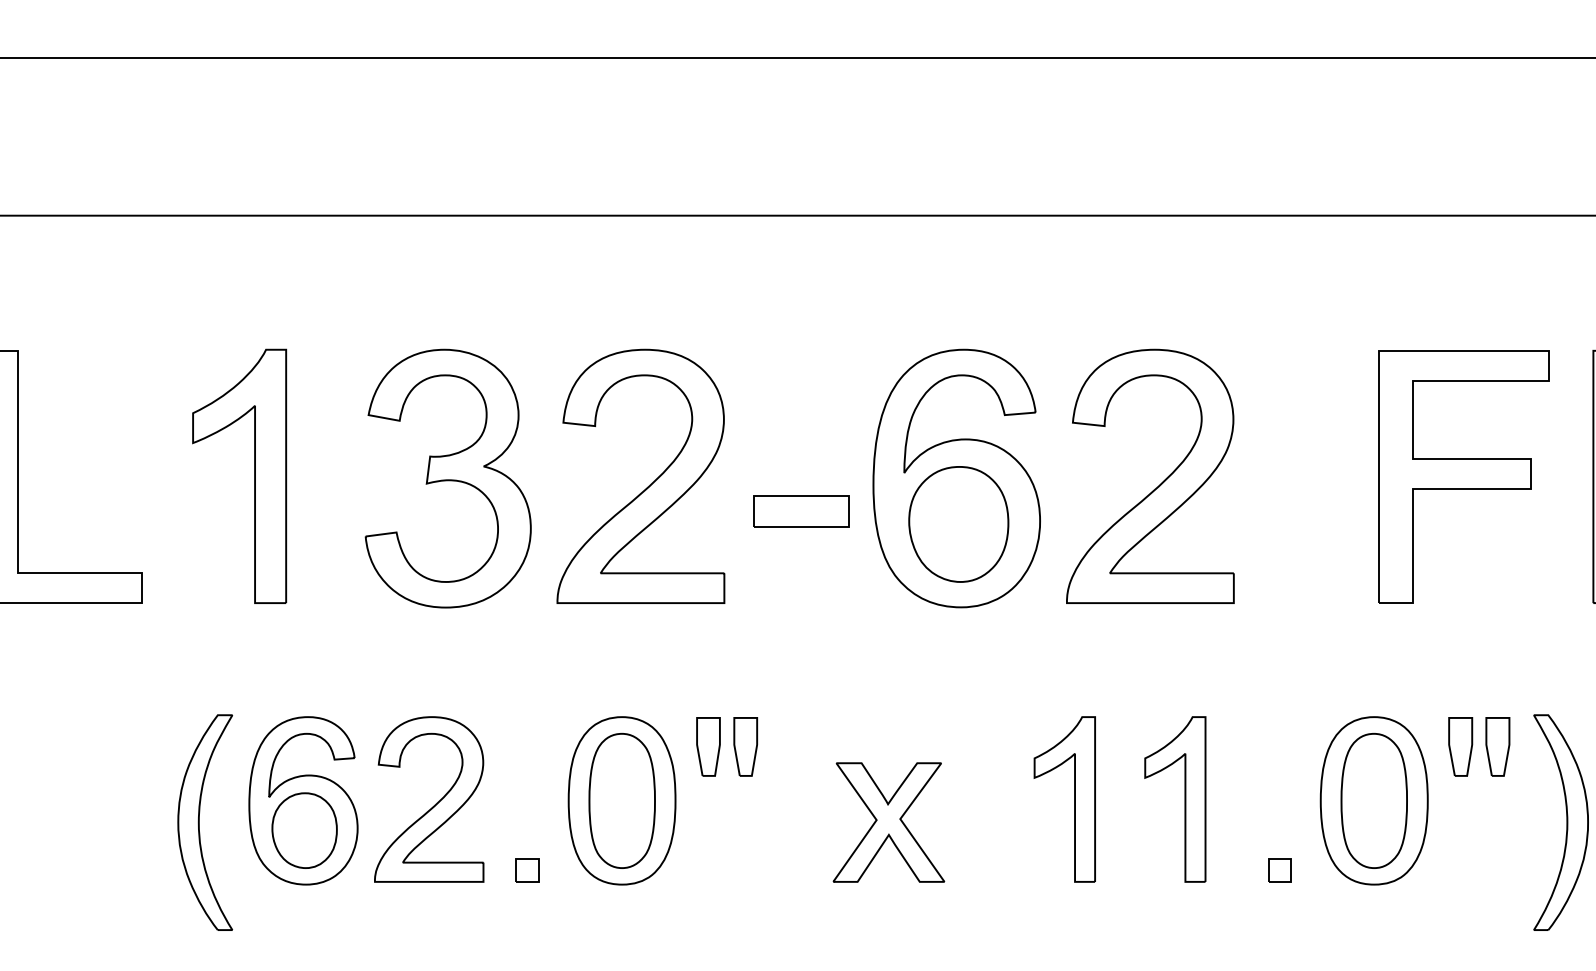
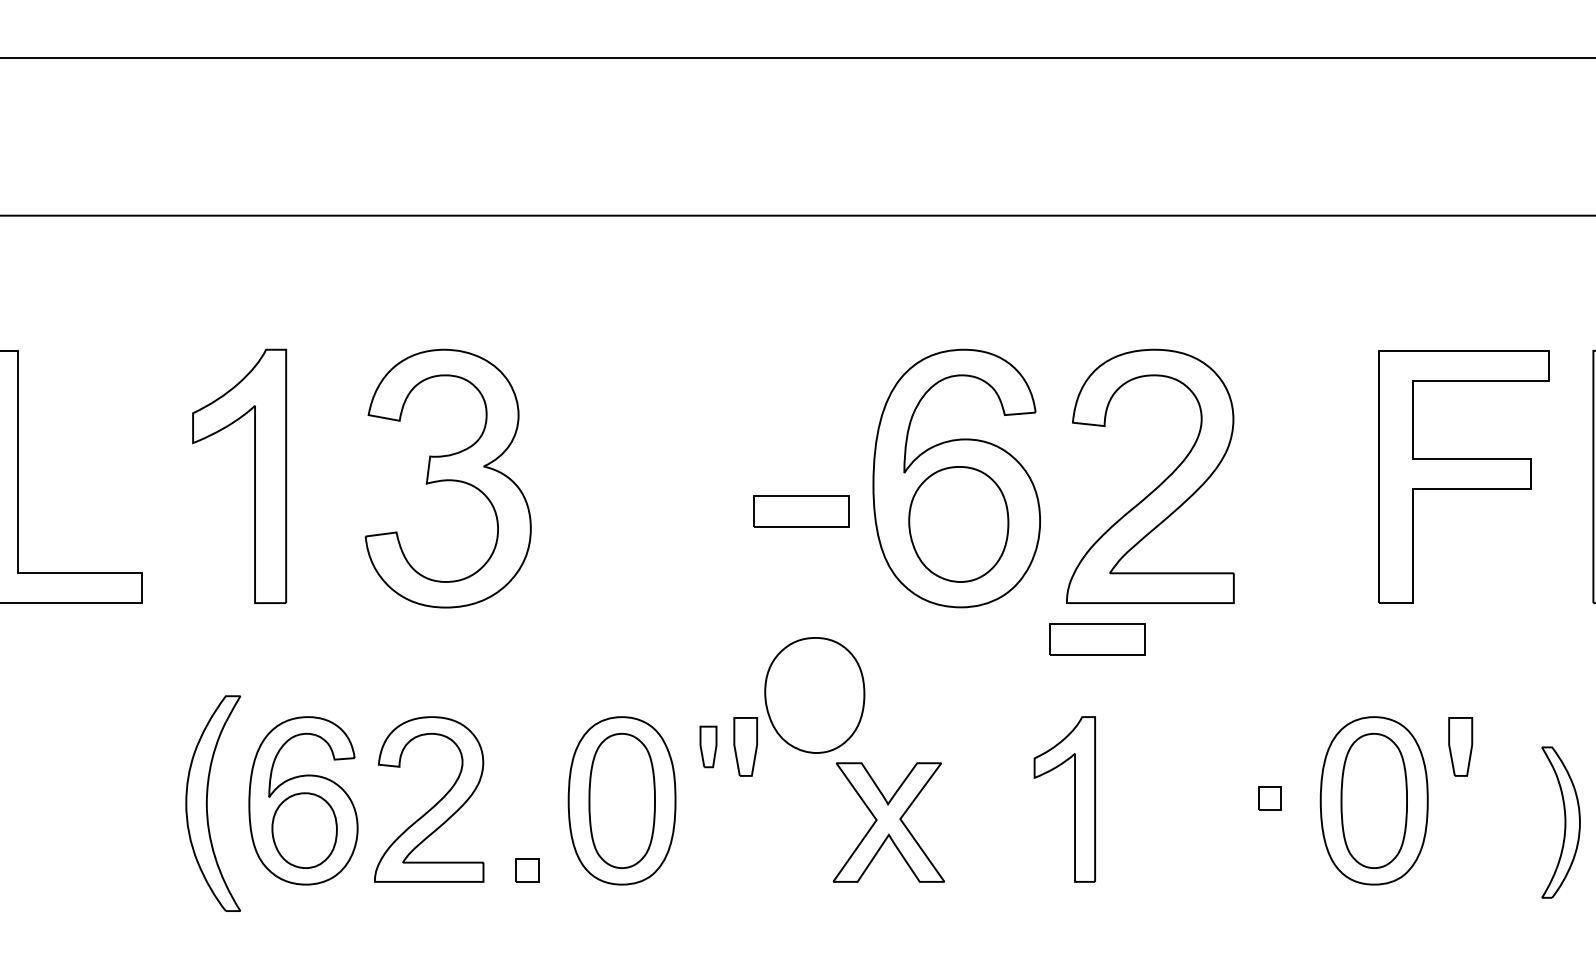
part at (649, 484): present -> none
part at (1097, 639): none -> present
part at (814, 695): none -> present
part at (708, 746) size: 25x60 px -> 19x44 px
part at (1497, 746): present -> none
part at (1184, 799): present -> none
part at (205, 822) position: (205, 822) -> (213, 803)
part at (1560, 822) size: 56x217 px -> 40x153 px
part at (1279, 870) position: (1279, 870) -> (1269, 798)
